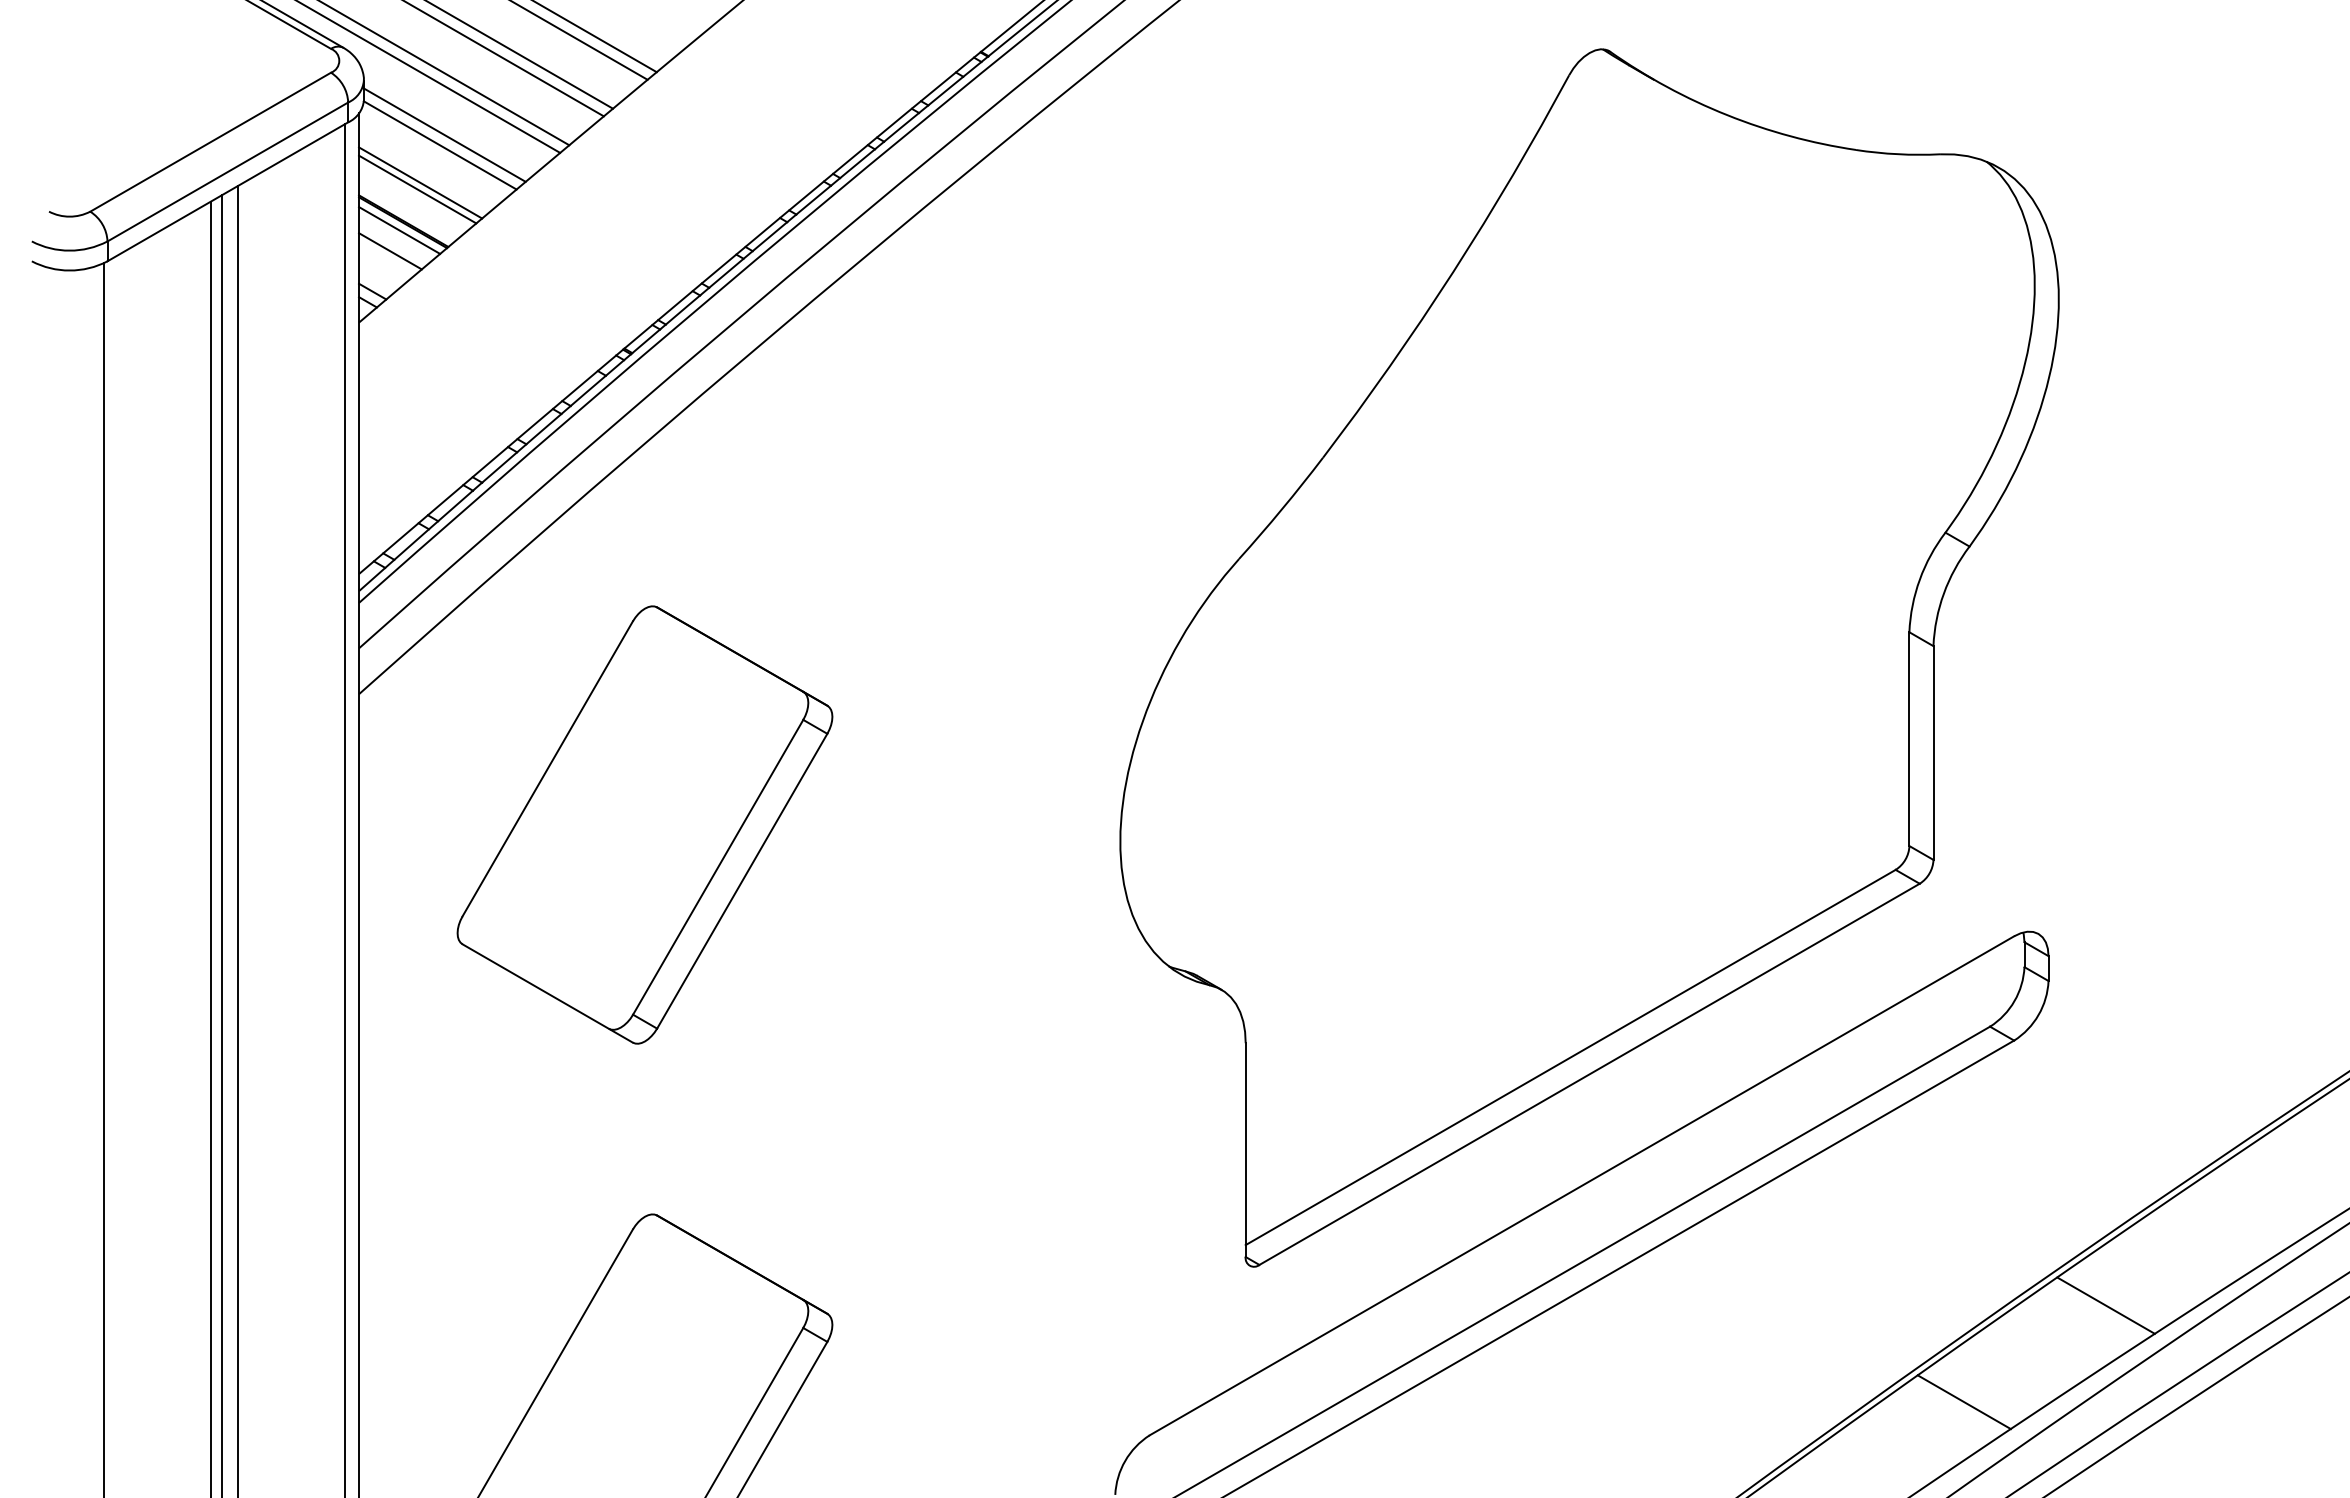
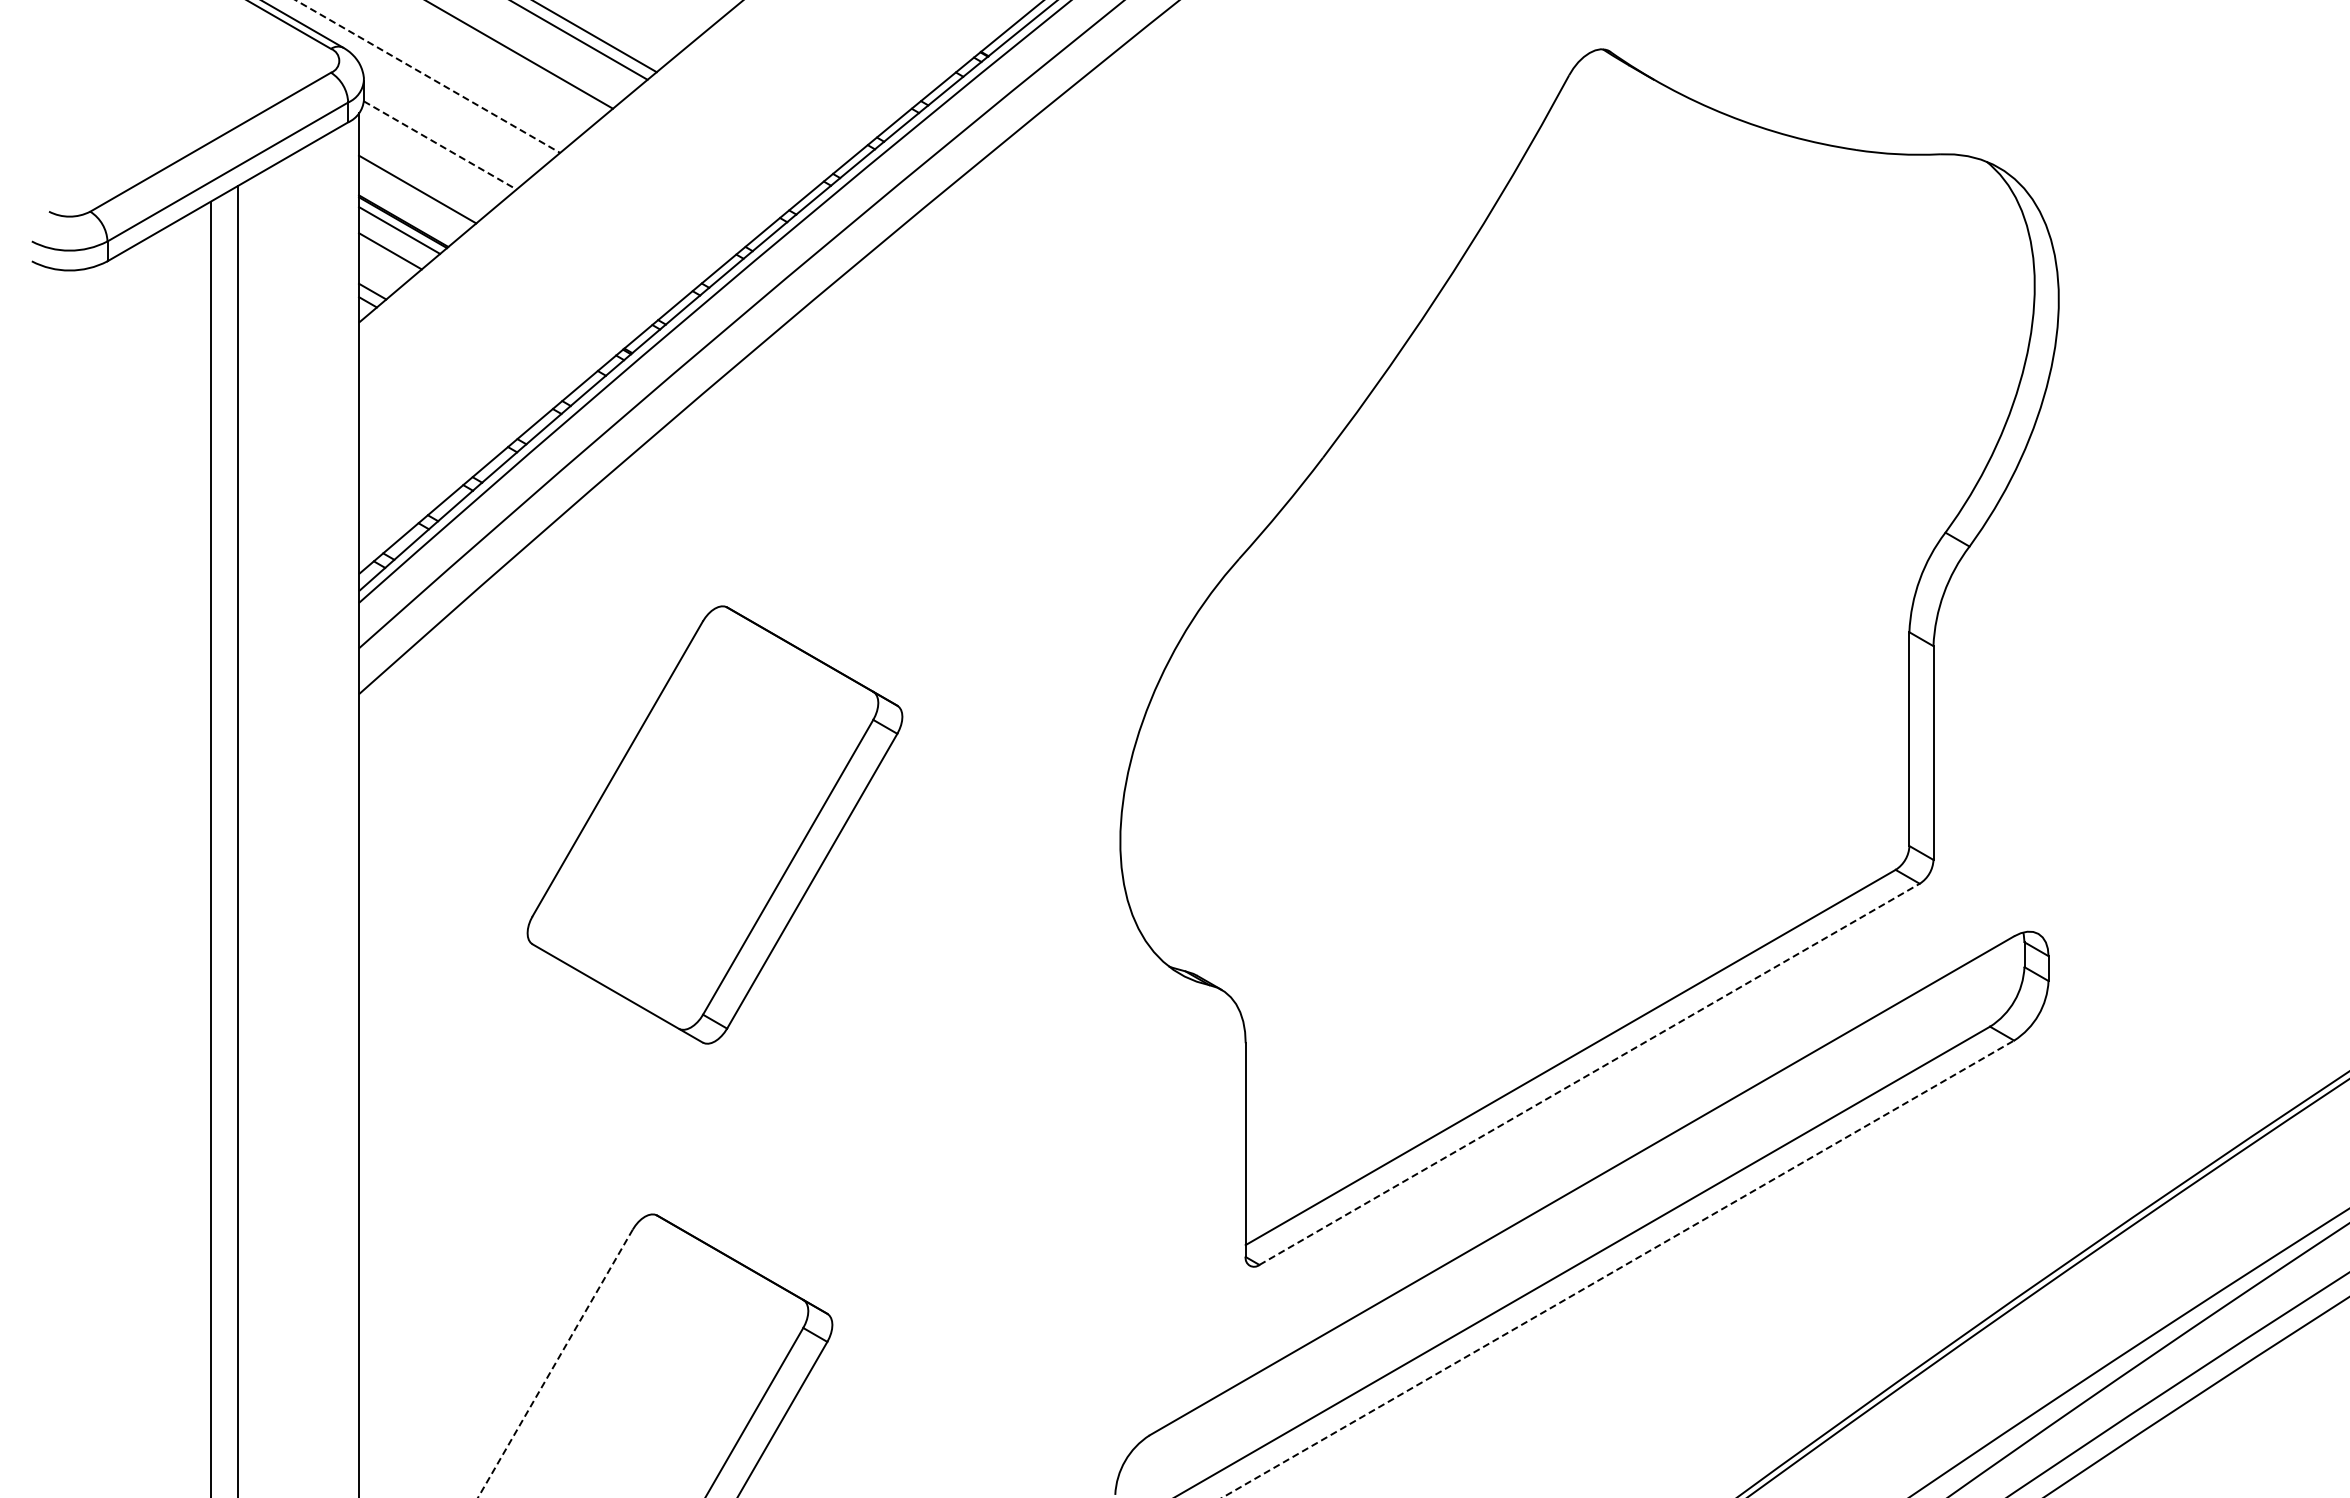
line at (504, 59): present -> none
line at (445, 73): present -> none
line at (428, 76): solid -> dashed
line at (444, 134): present -> none
line at (440, 145): solid -> dashed
line at (420, 182): present -> none
line at (344, 809): present -> none
part at (644, 824) position: (644, 824) -> (714, 824)
line at (222, 844): present -> none
line at (104, 878): present -> none
line at (1590, 1074): solid -> dashed
line at (1618, 1268): solid -> dashed
line at (2105, 1305): present -> none
line at (555, 1363): solid -> dashed
line at (1963, 1402): present -> none
